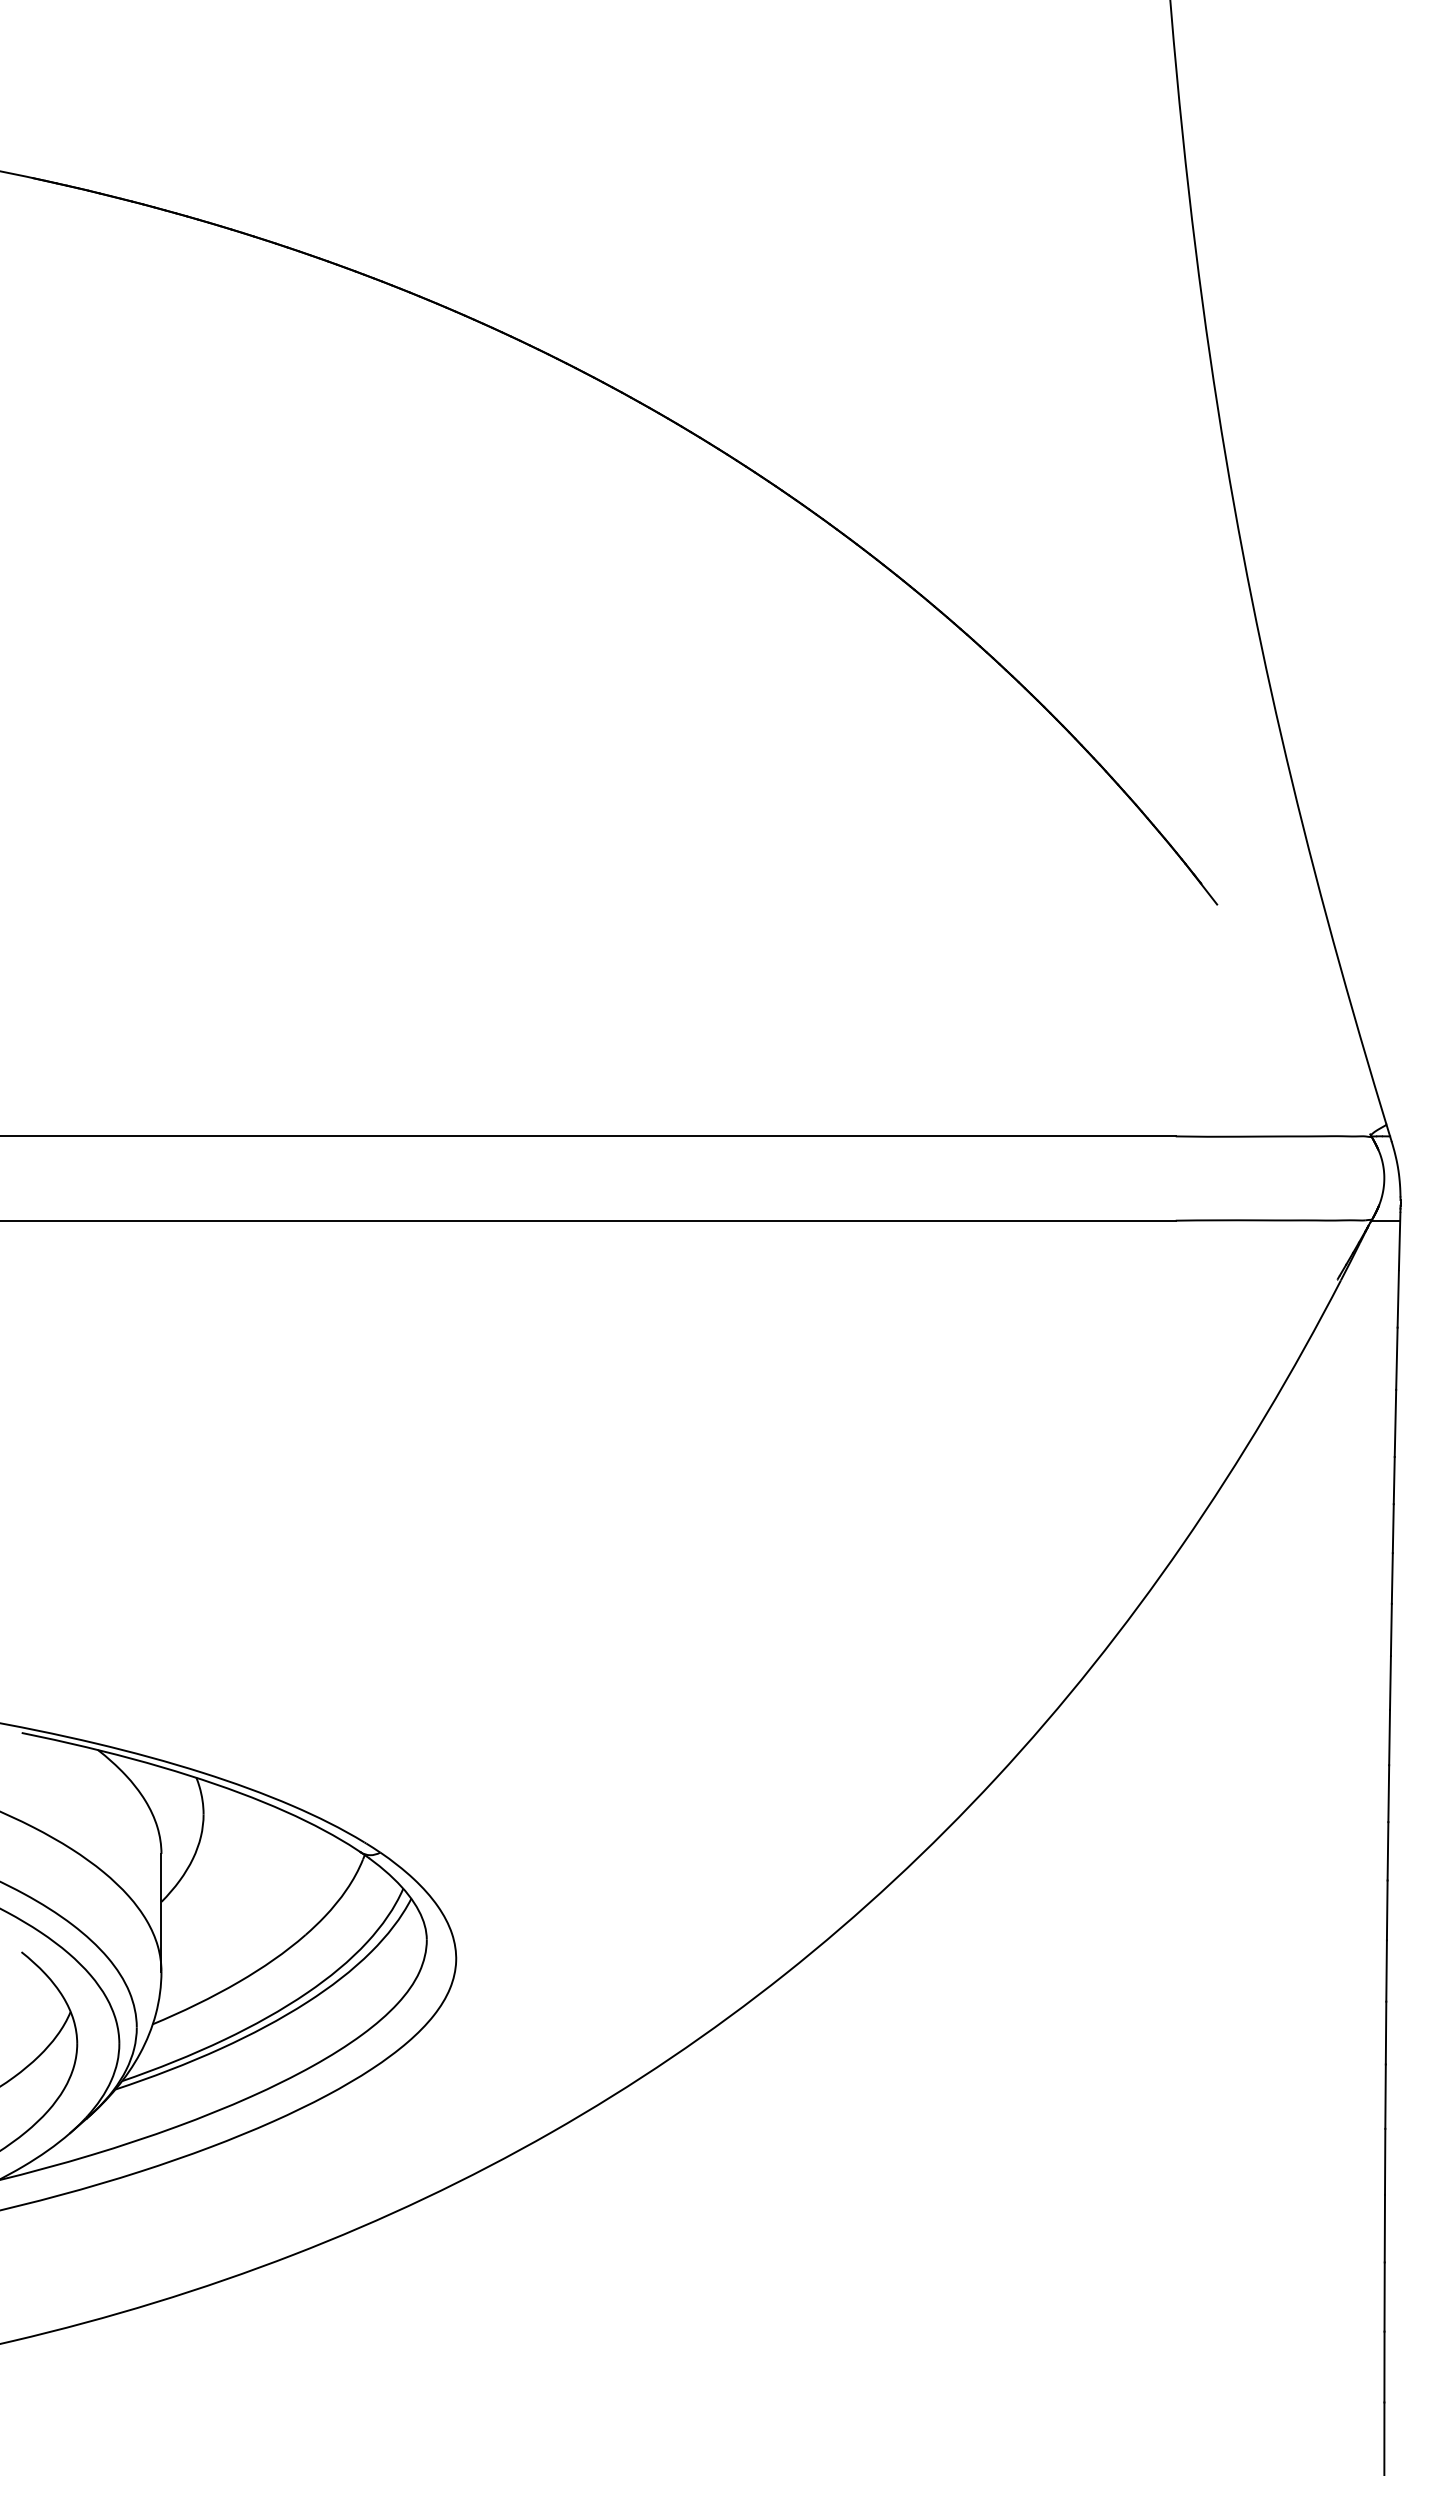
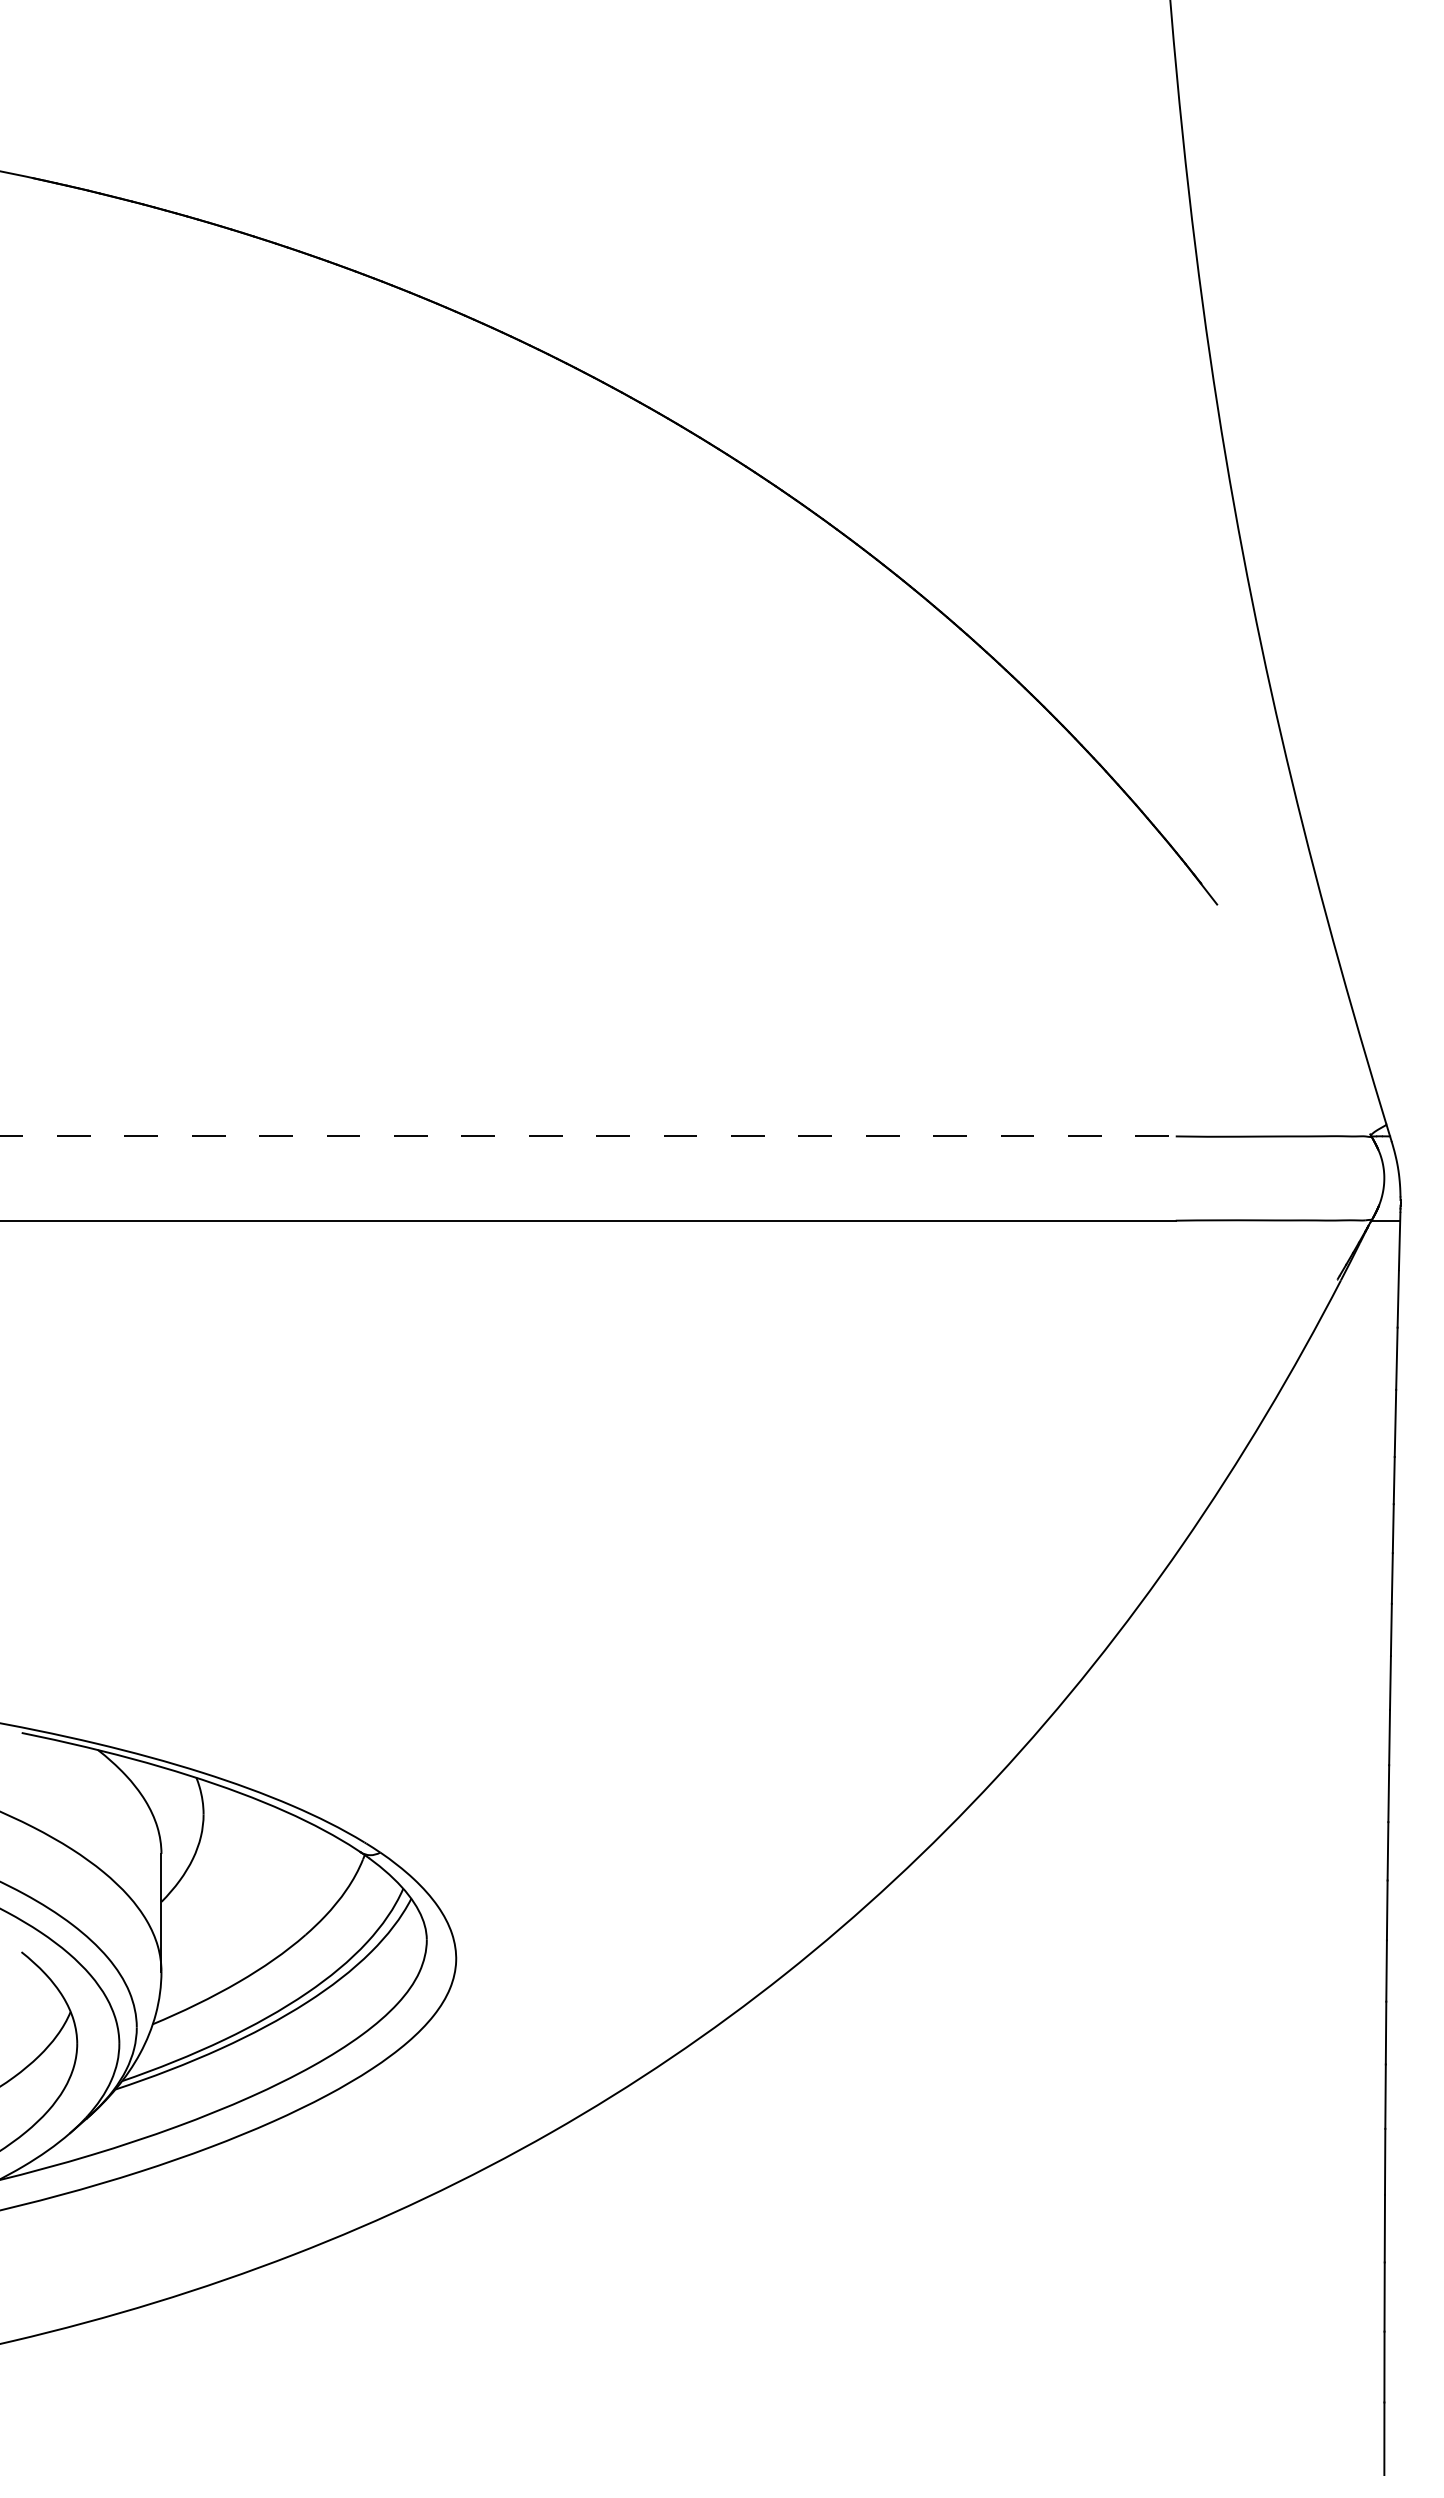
line at (588, 1136): solid -> dashed
